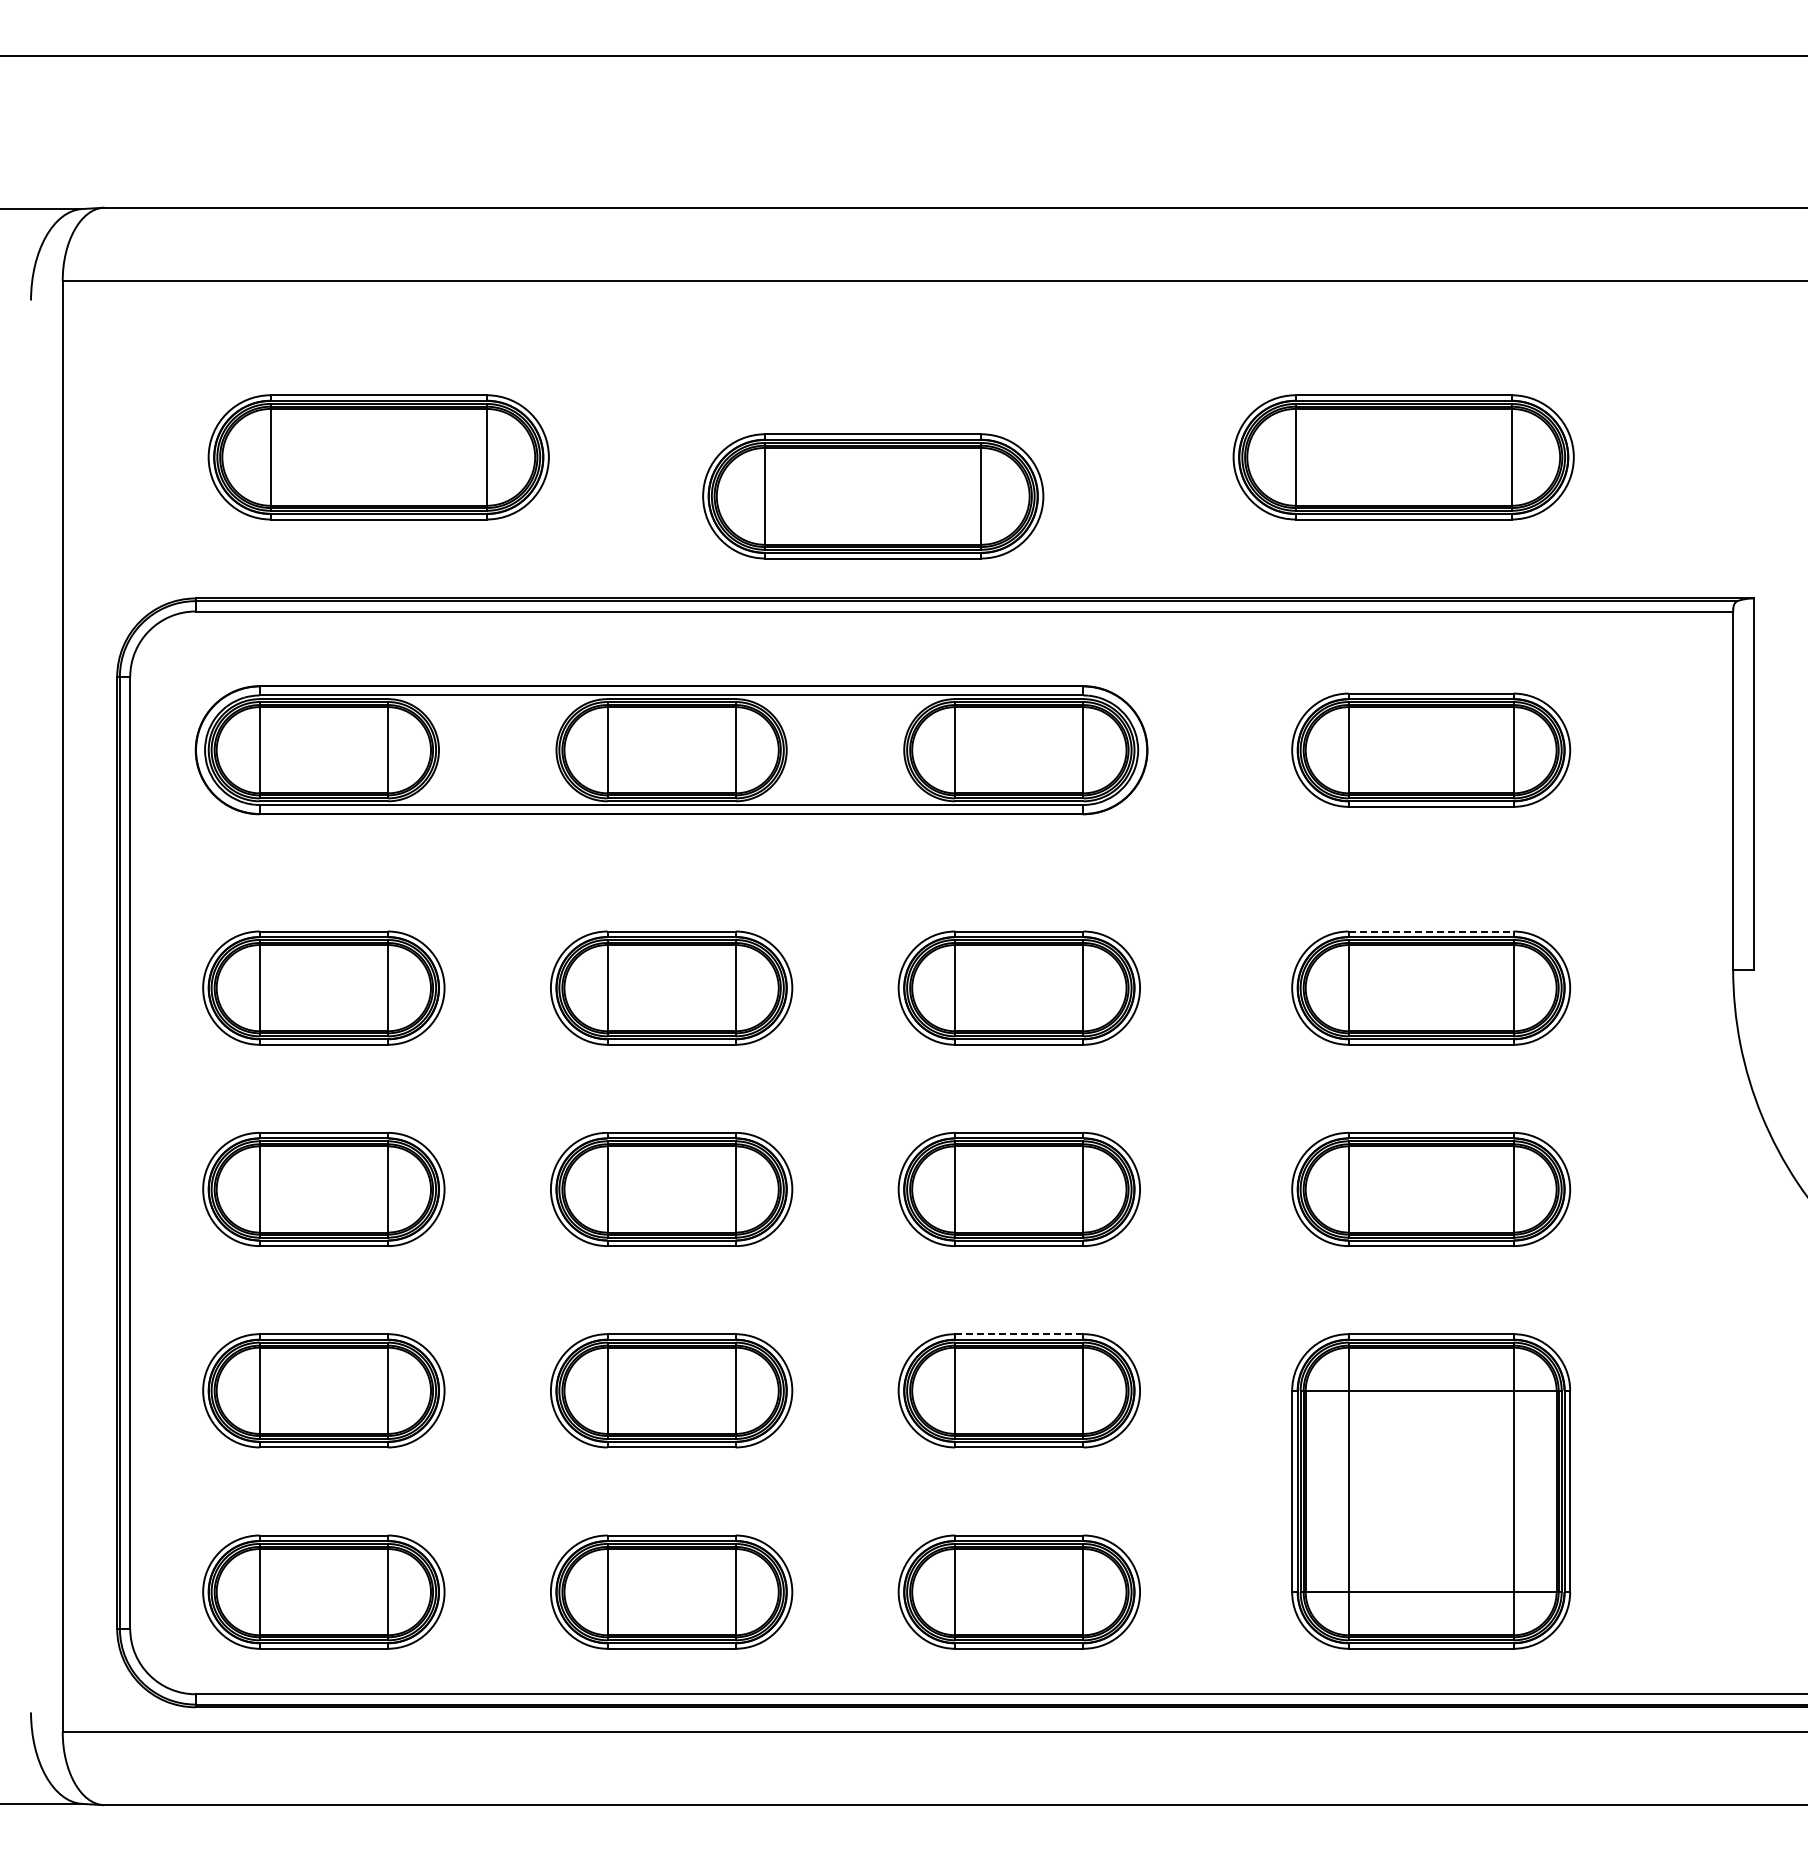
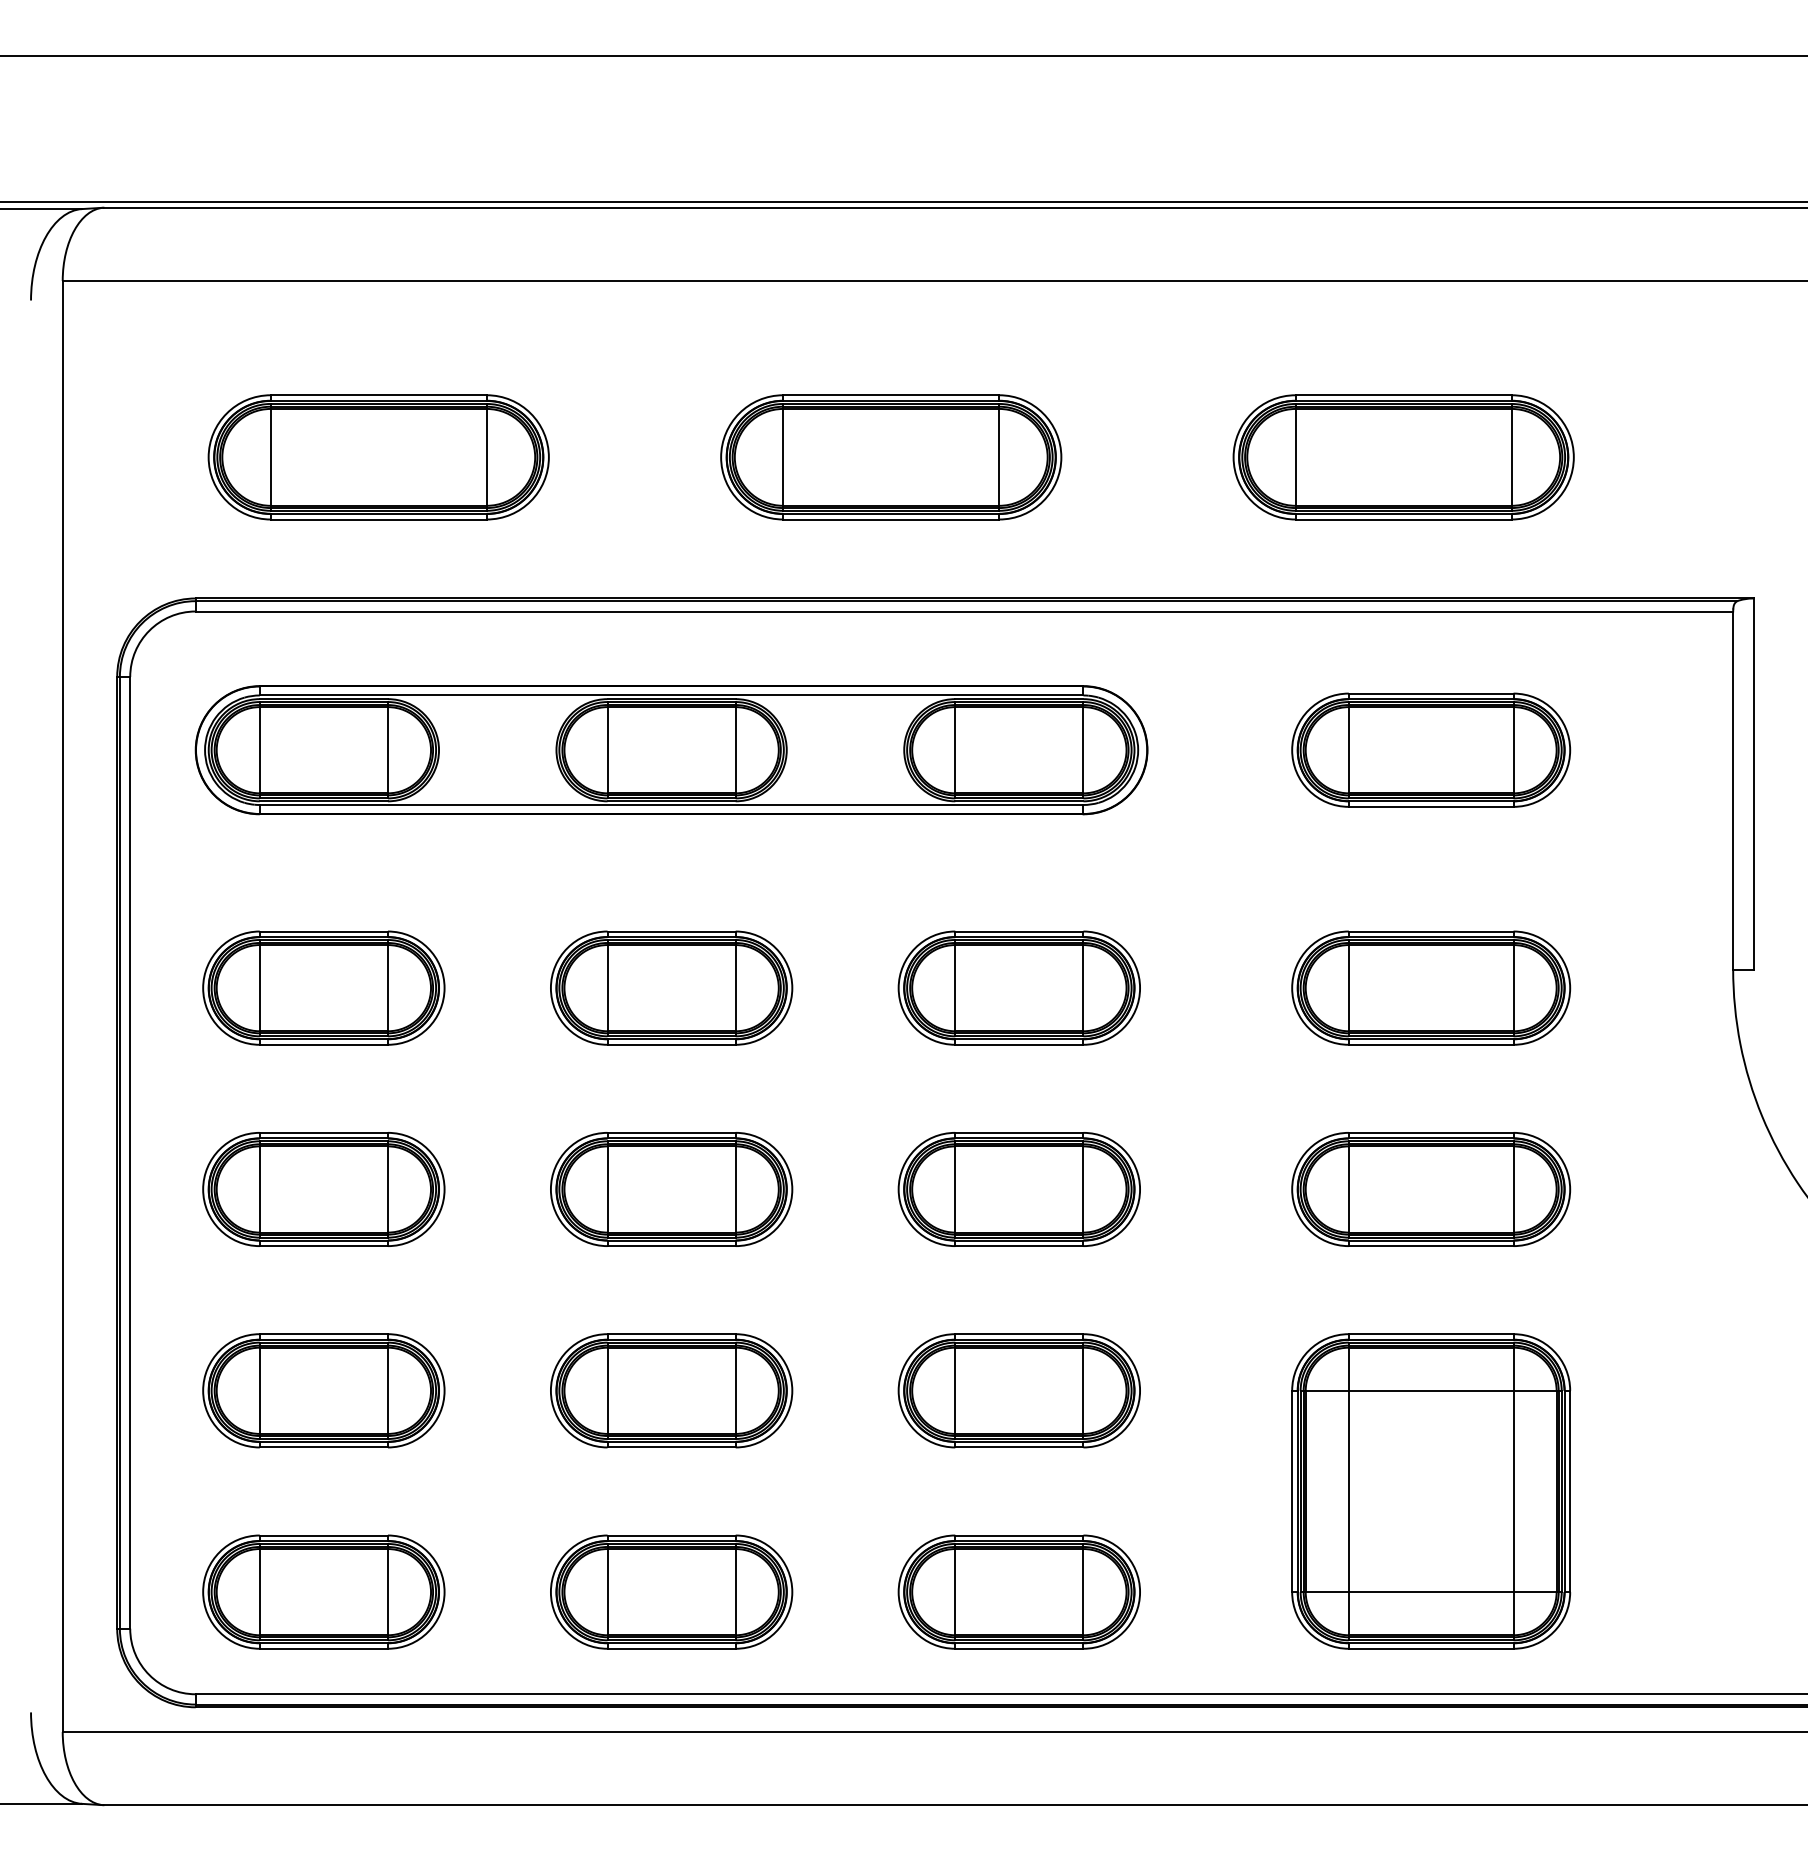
line at (903, 202): none -> present
part at (873, 496) position: (873, 496) -> (891, 457)
line at (1431, 931): dashed -> solid
line at (1019, 1334): dashed -> solid
